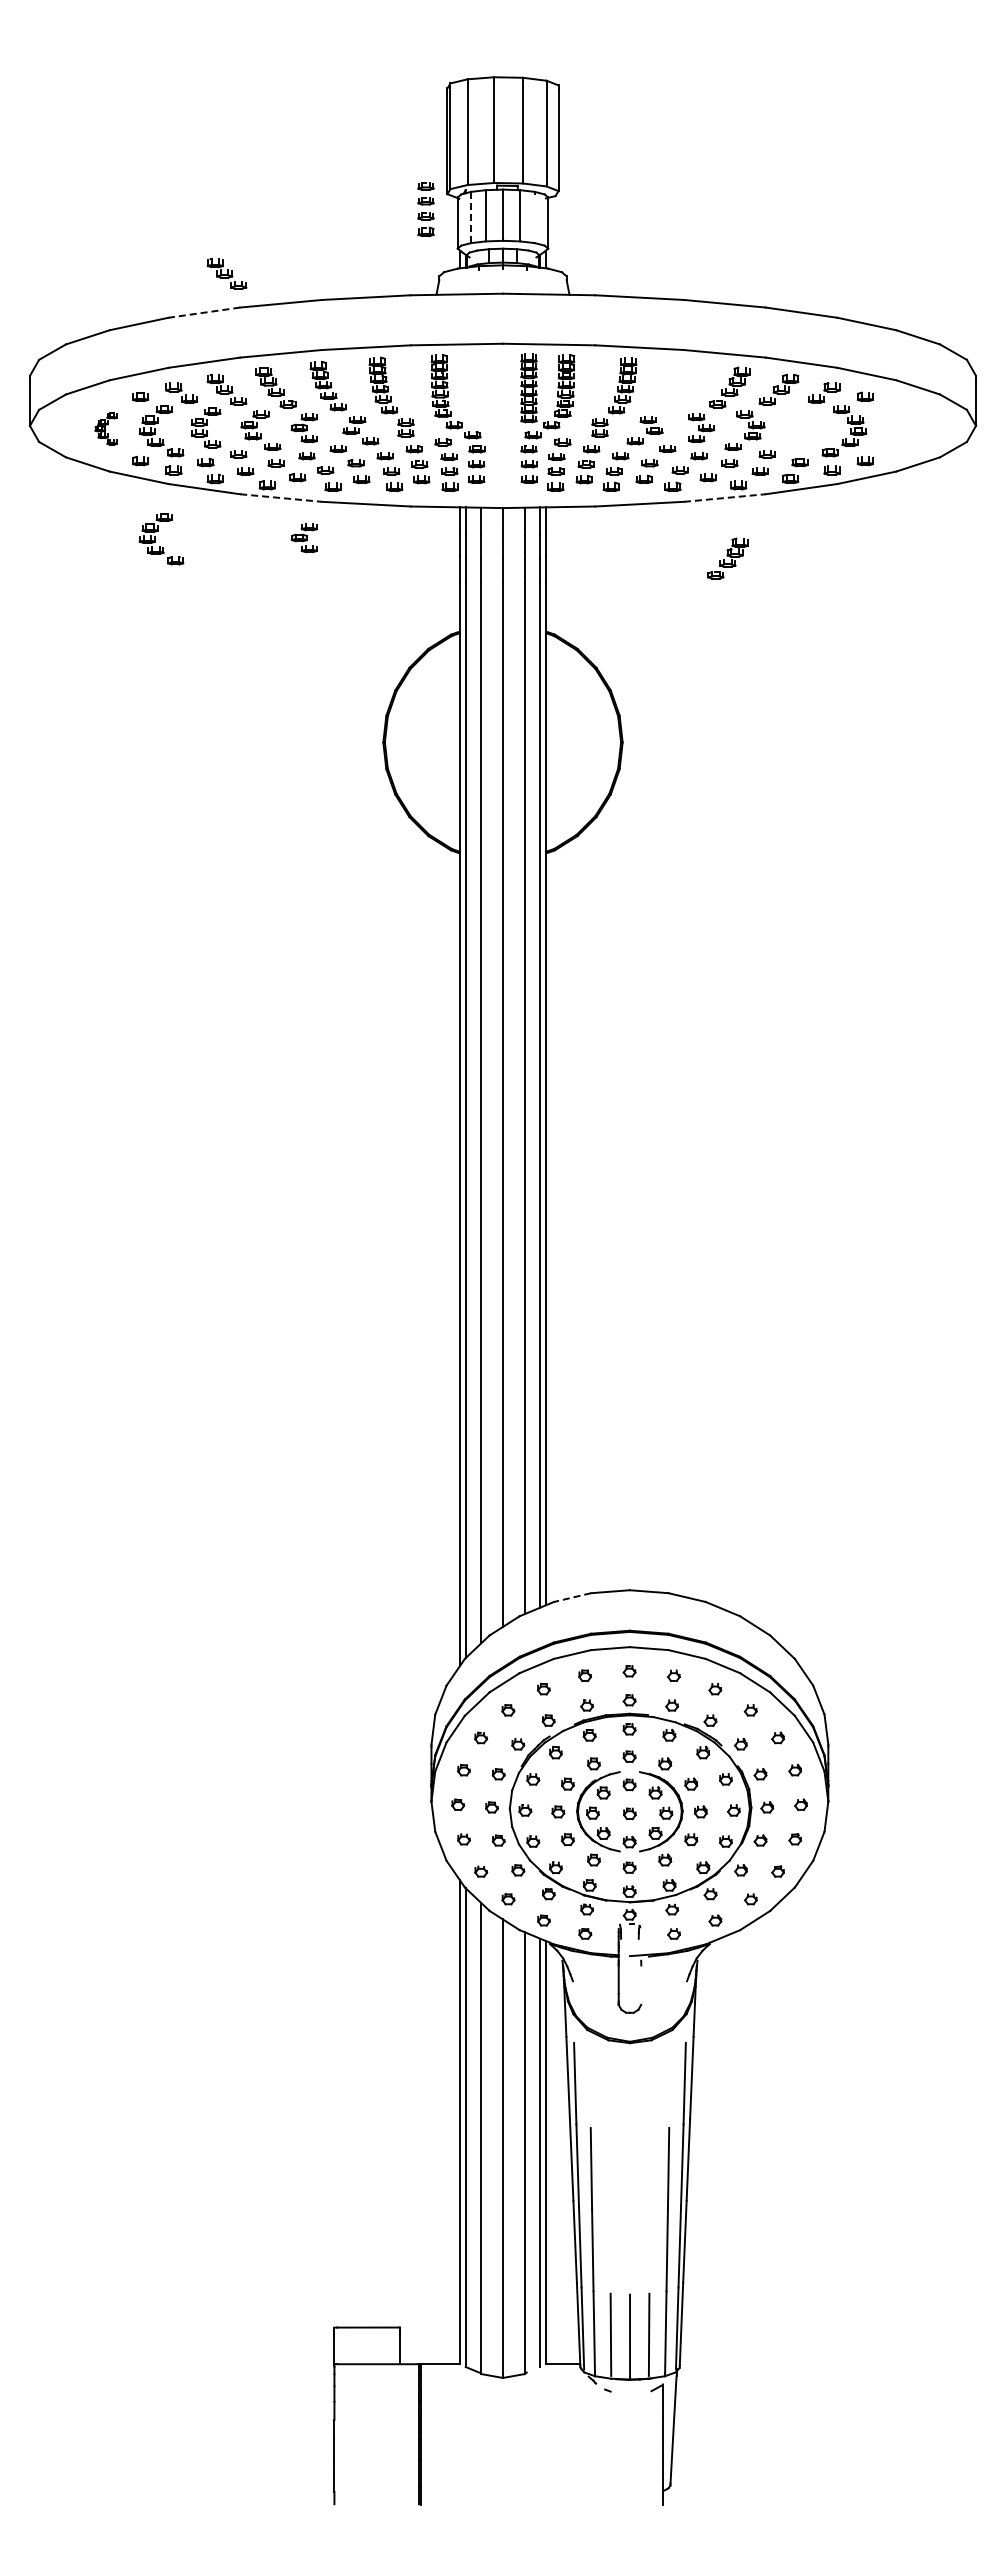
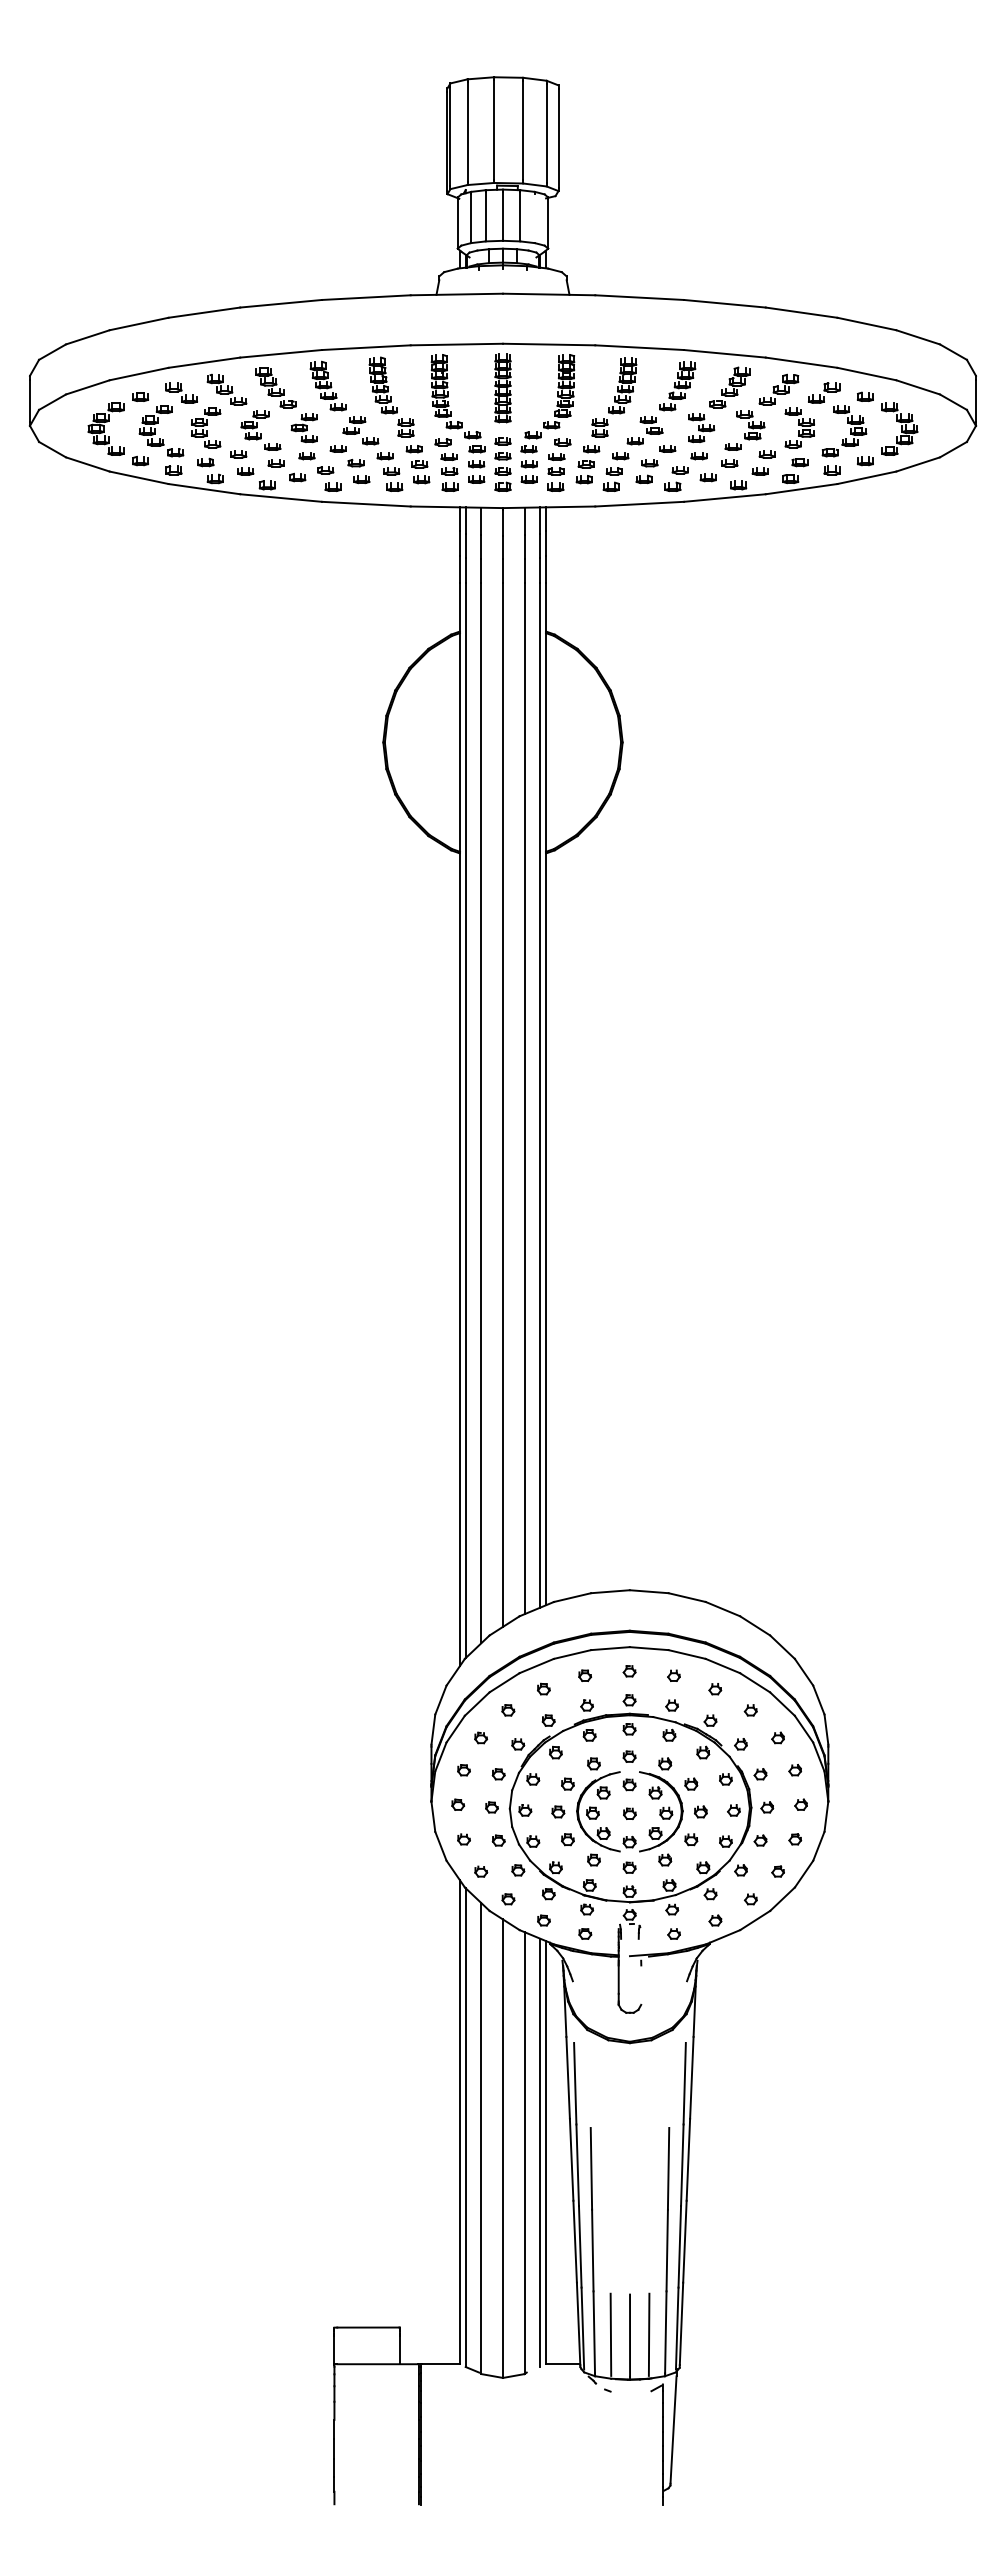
part at (425, 209) position: (425, 209) -> (502, 464)
line at (471, 218): dashed -> solid
part at (226, 273): present -> none
line at (203, 312): dashed -> solid
part at (677, 386): none -> present
part at (528, 388) position: (528, 388) -> (502, 388)
part at (799, 427): none -> present
part at (105, 428) size: 24x34 px -> 38x54 px
part at (899, 428): none -> present
line at (281, 498): dashed -> solid
line at (725, 498): dashed -> solid
part at (303, 538): present -> none
part at (161, 539): present -> none
part at (727, 558): present -> none
line at (572, 1597): dashed -> solid
